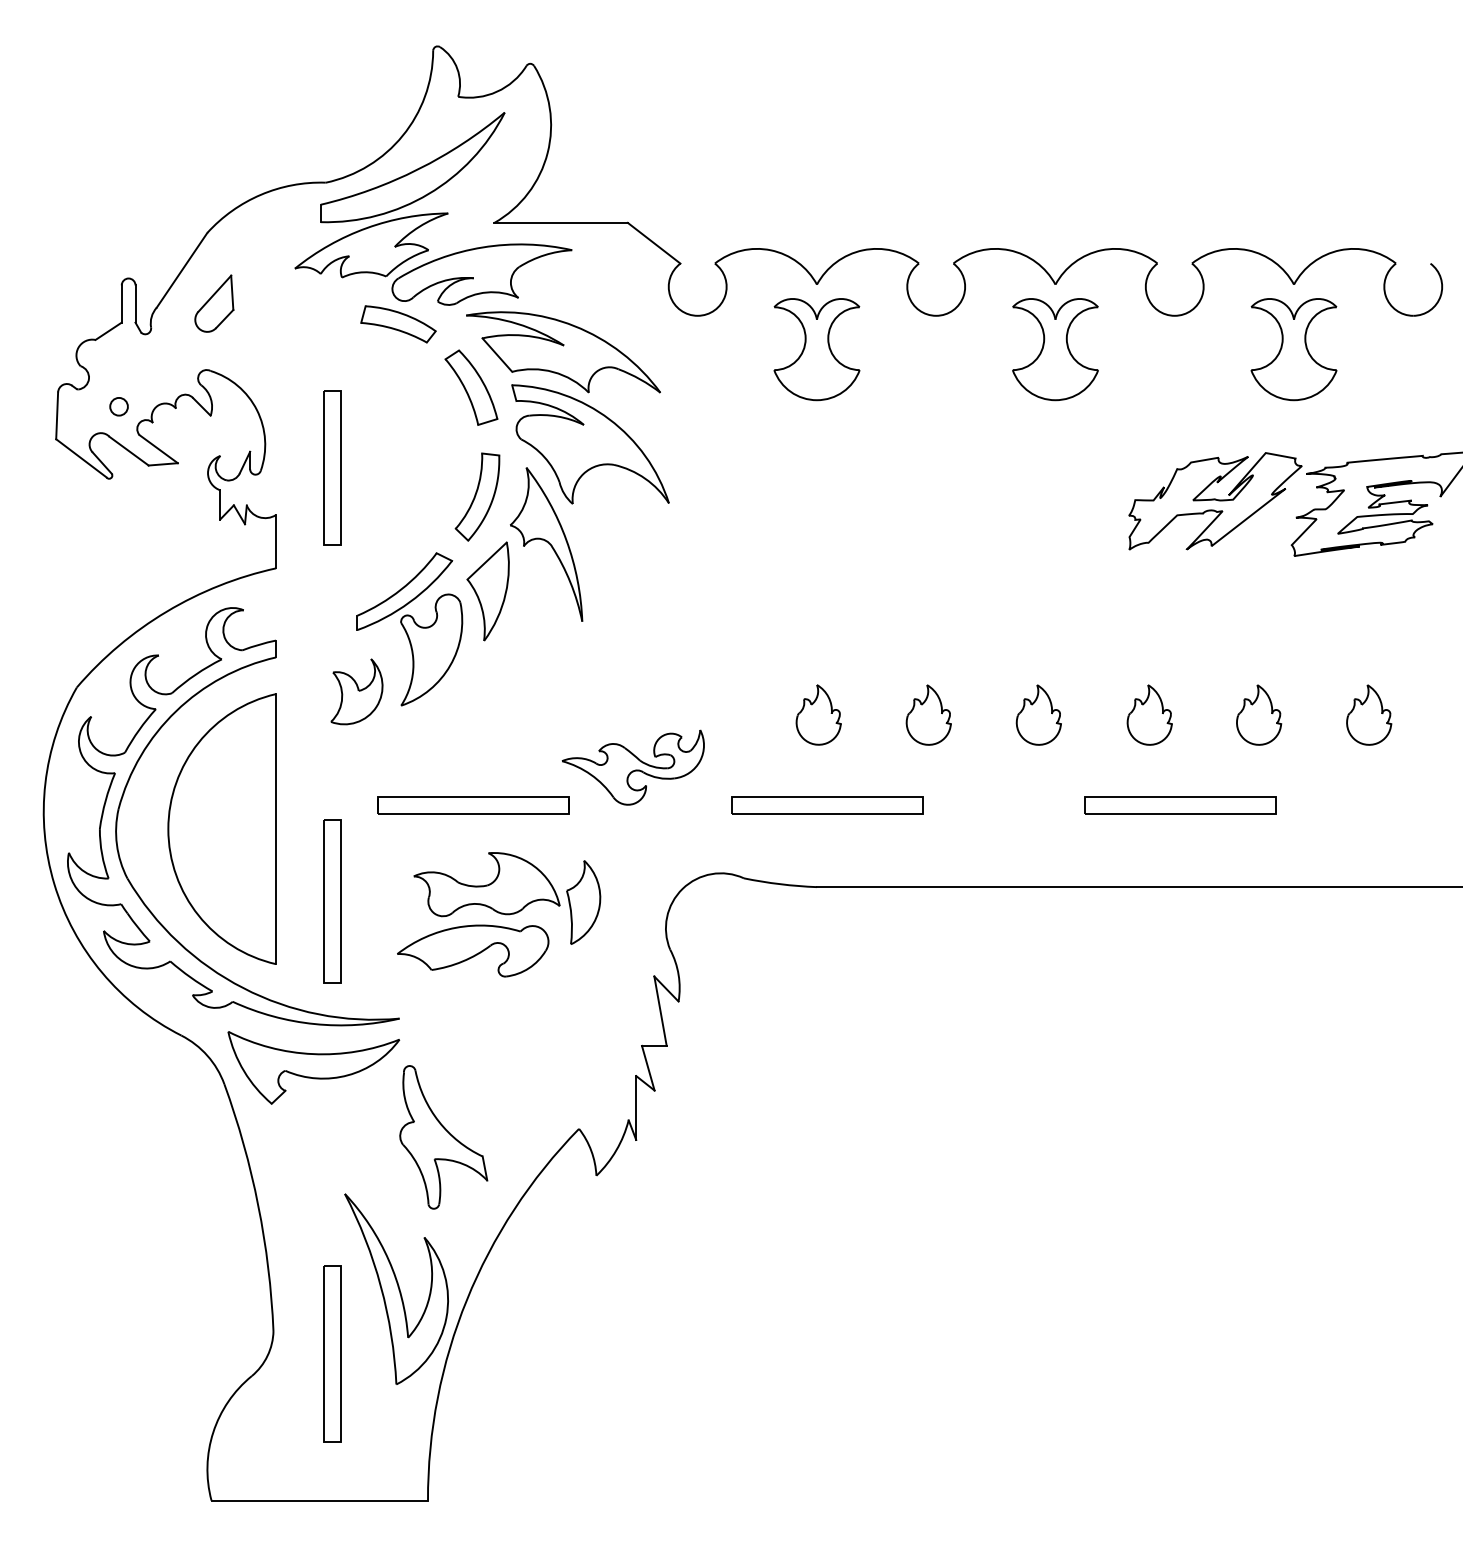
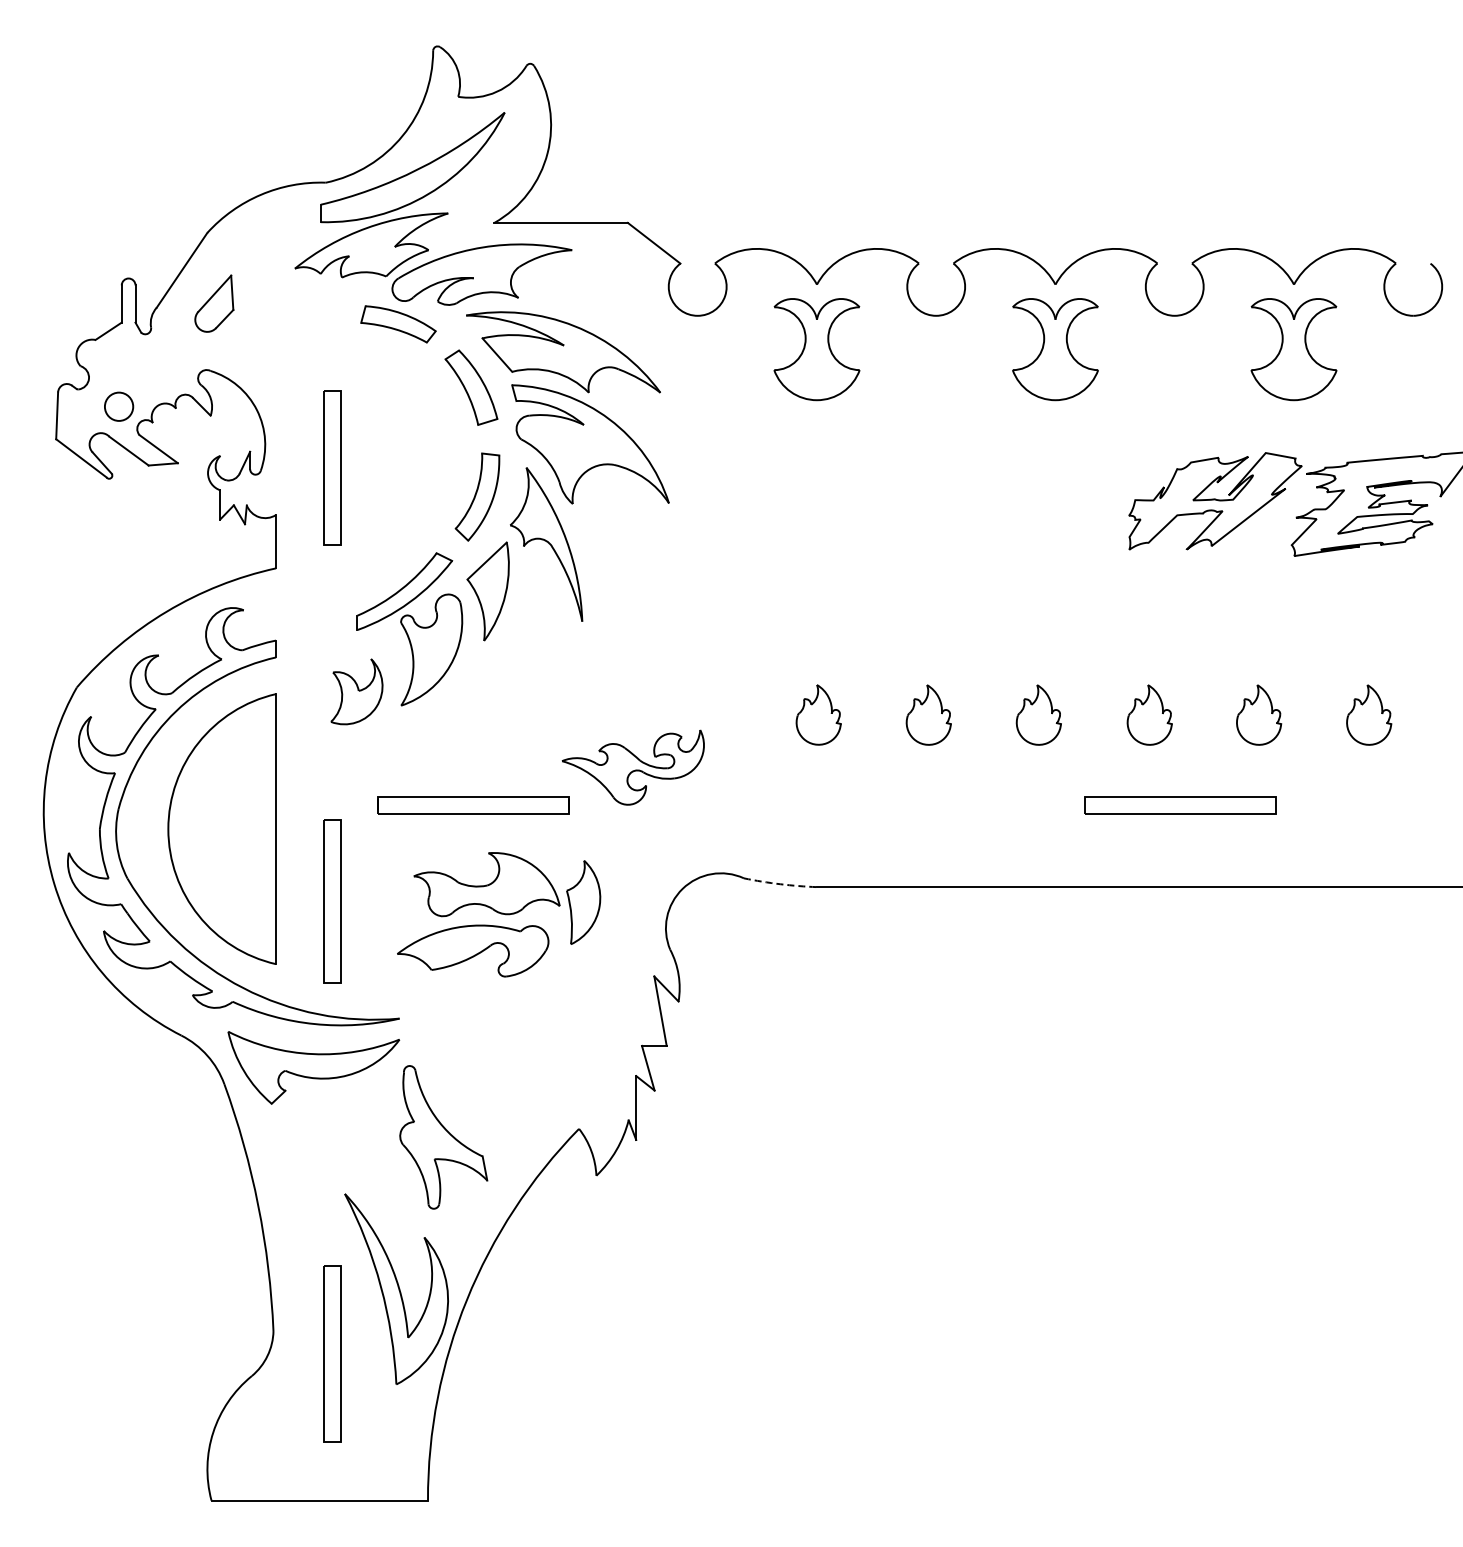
circle at (118, 406) diameter: 18 px -> 28 px
part at (827, 805): present -> none
arc at (780, 884): solid -> dashed
